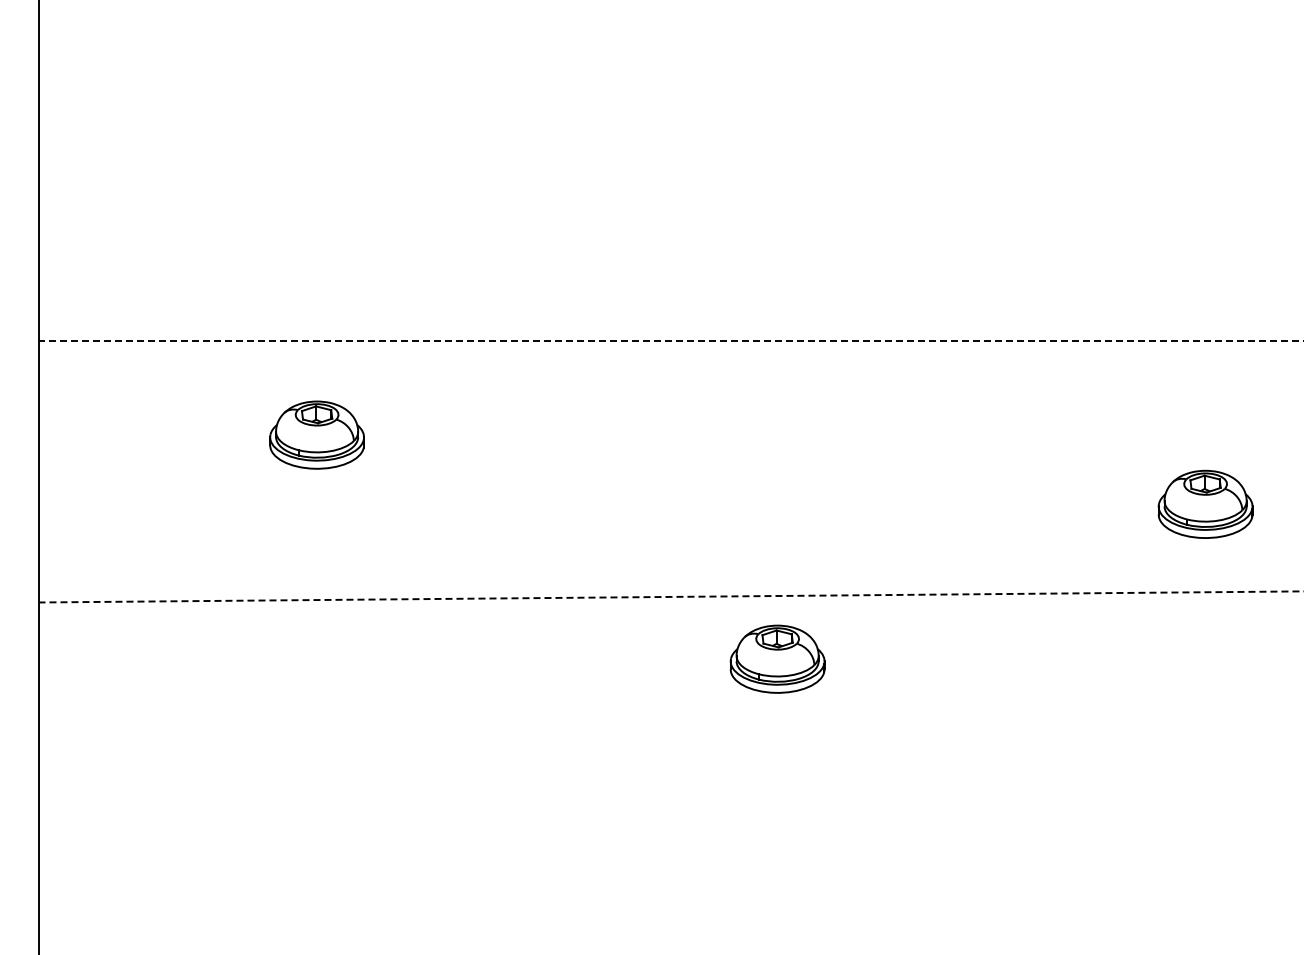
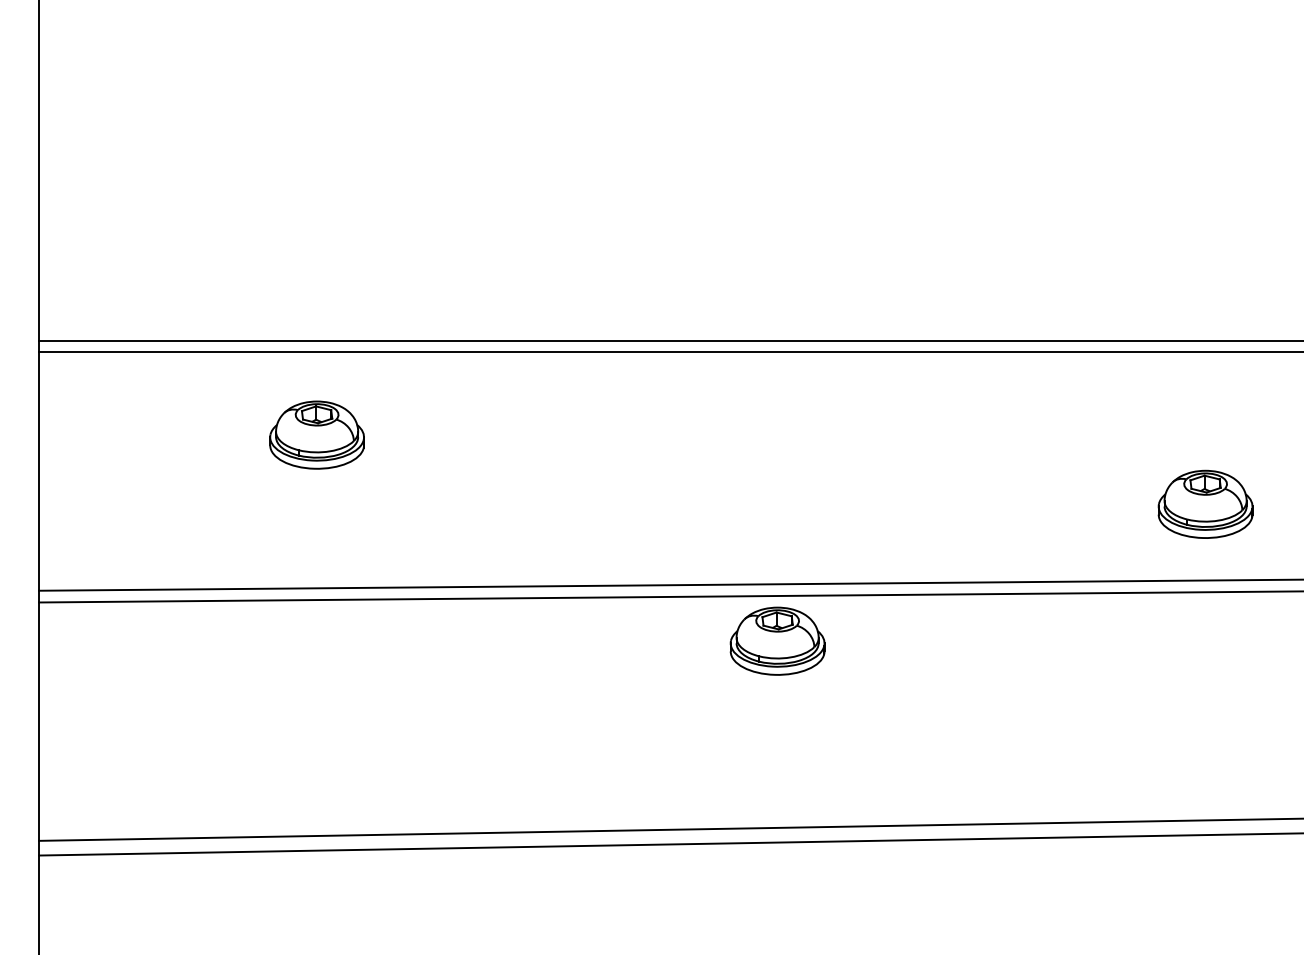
line at (671, 340): dashed -> solid
line at (669, 352): none -> present
line at (669, 584): none -> present
line at (671, 596): dashed -> solid
part at (777, 658) position: (777, 658) -> (777, 640)
line at (669, 829): none -> present
line at (669, 844): none -> present
